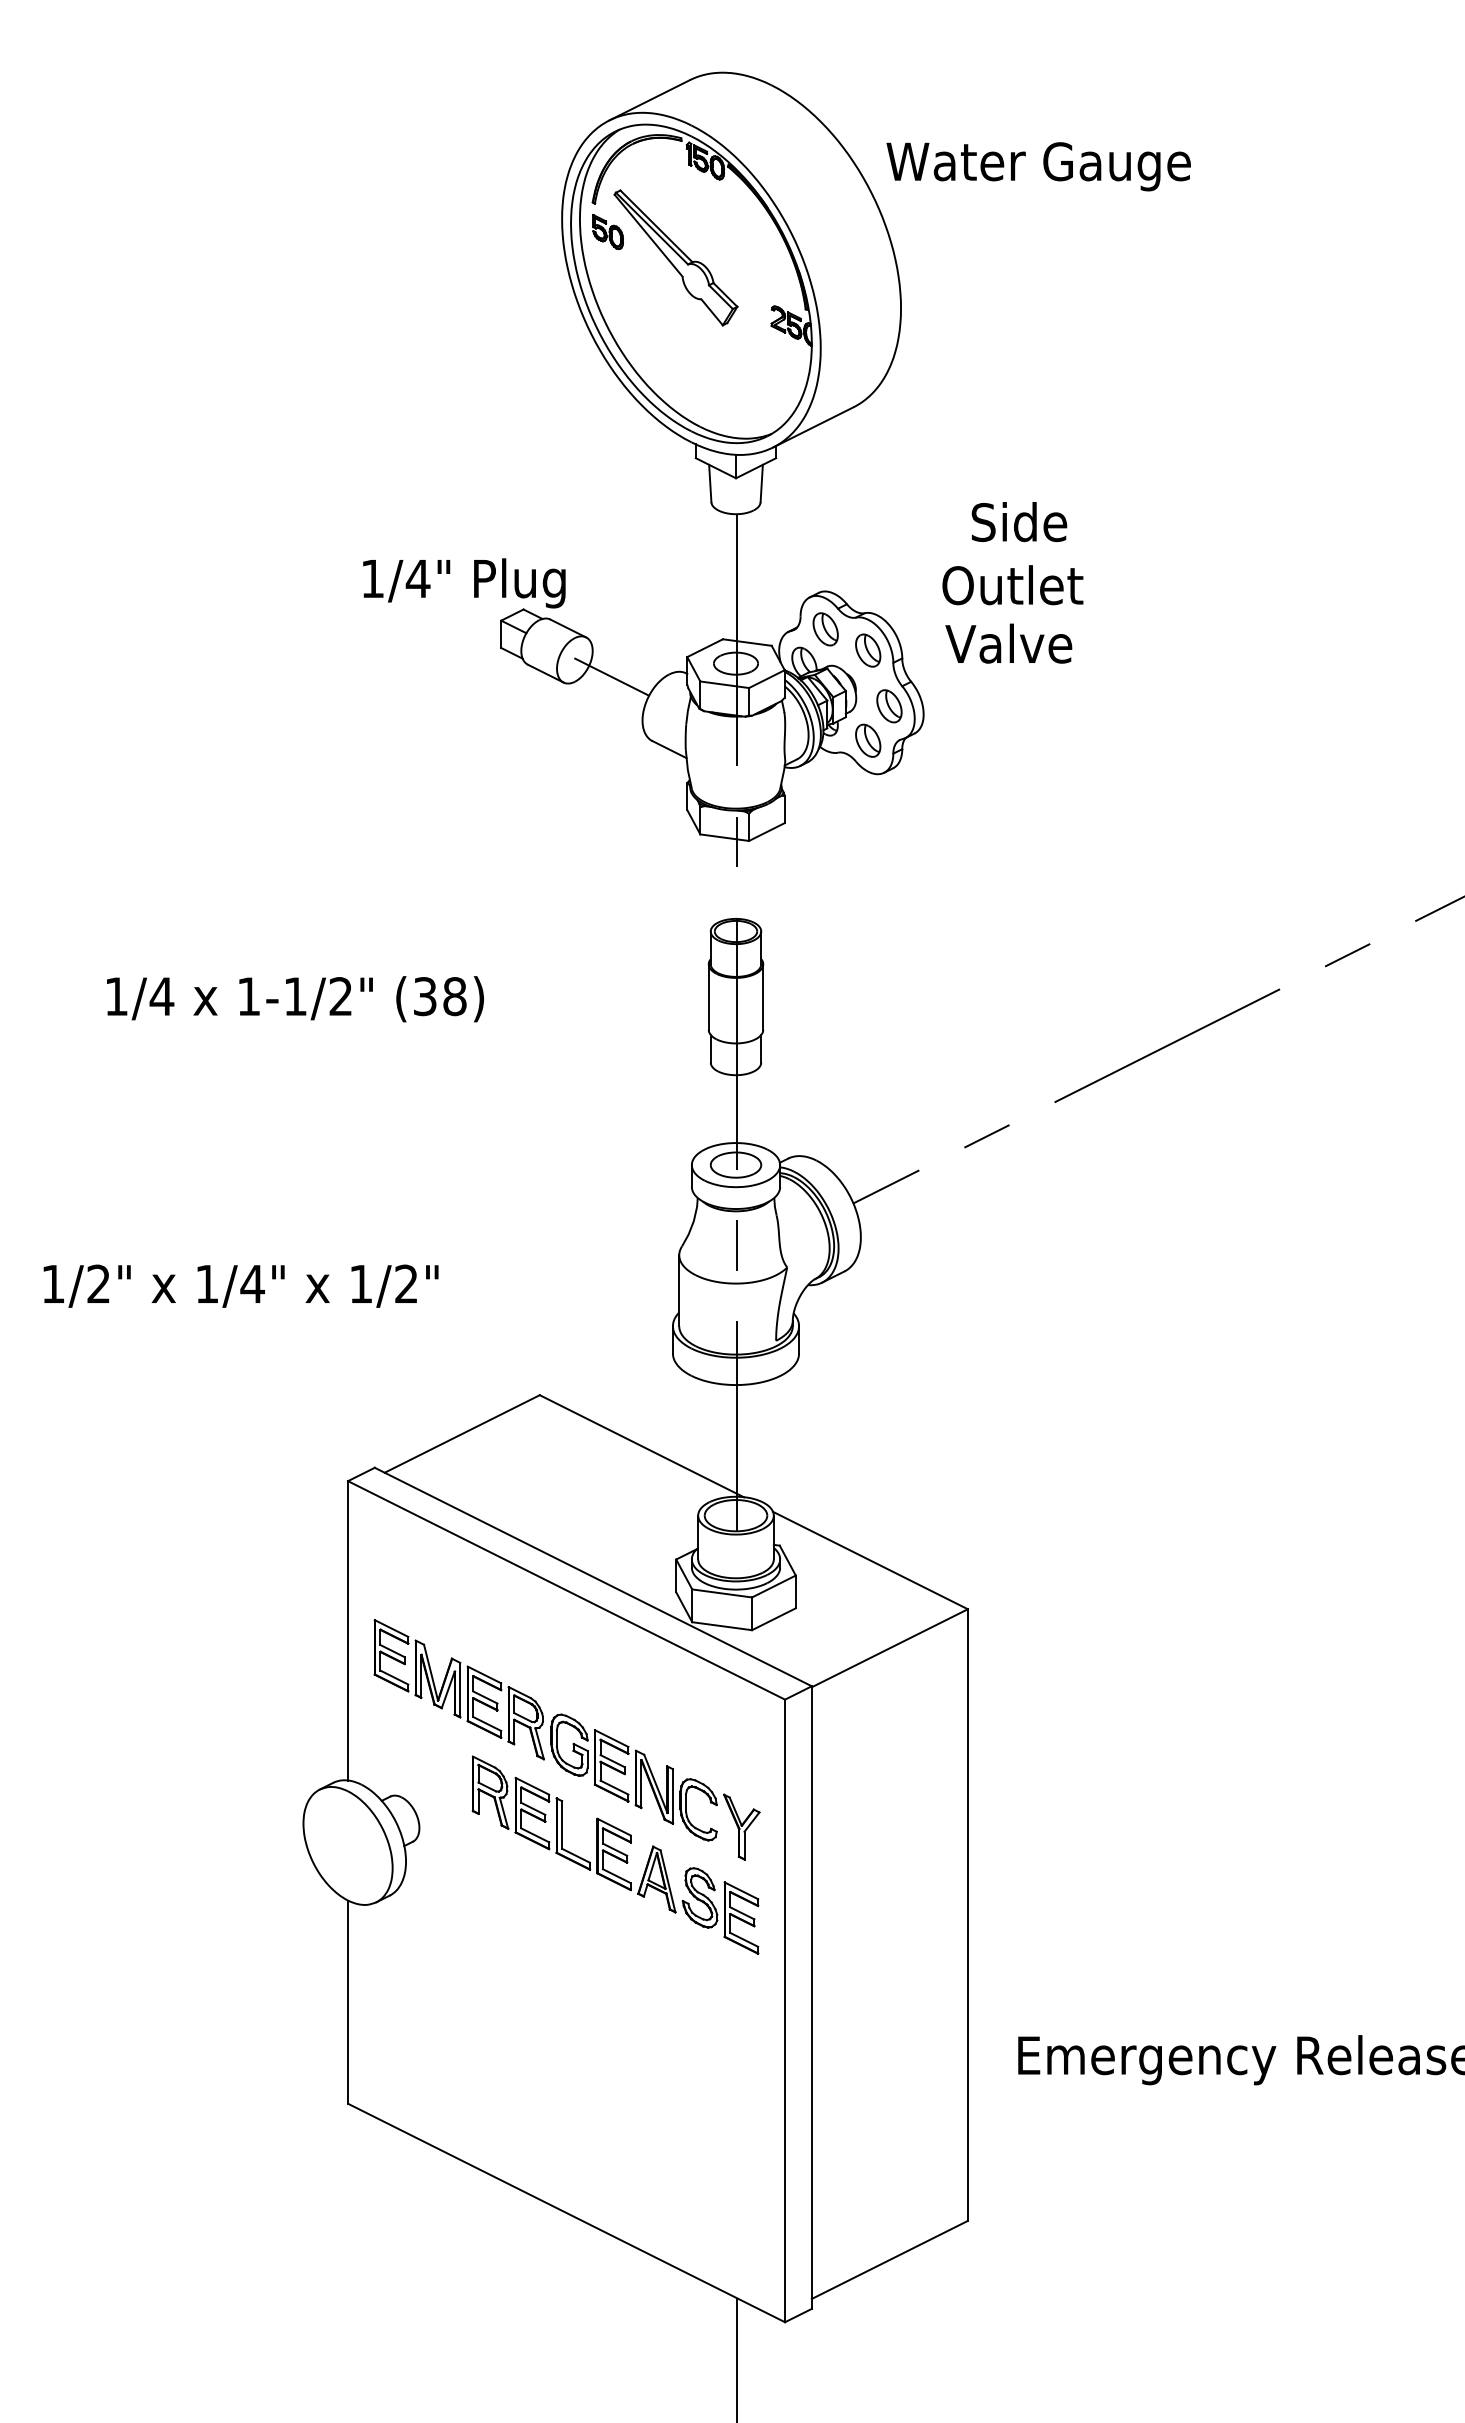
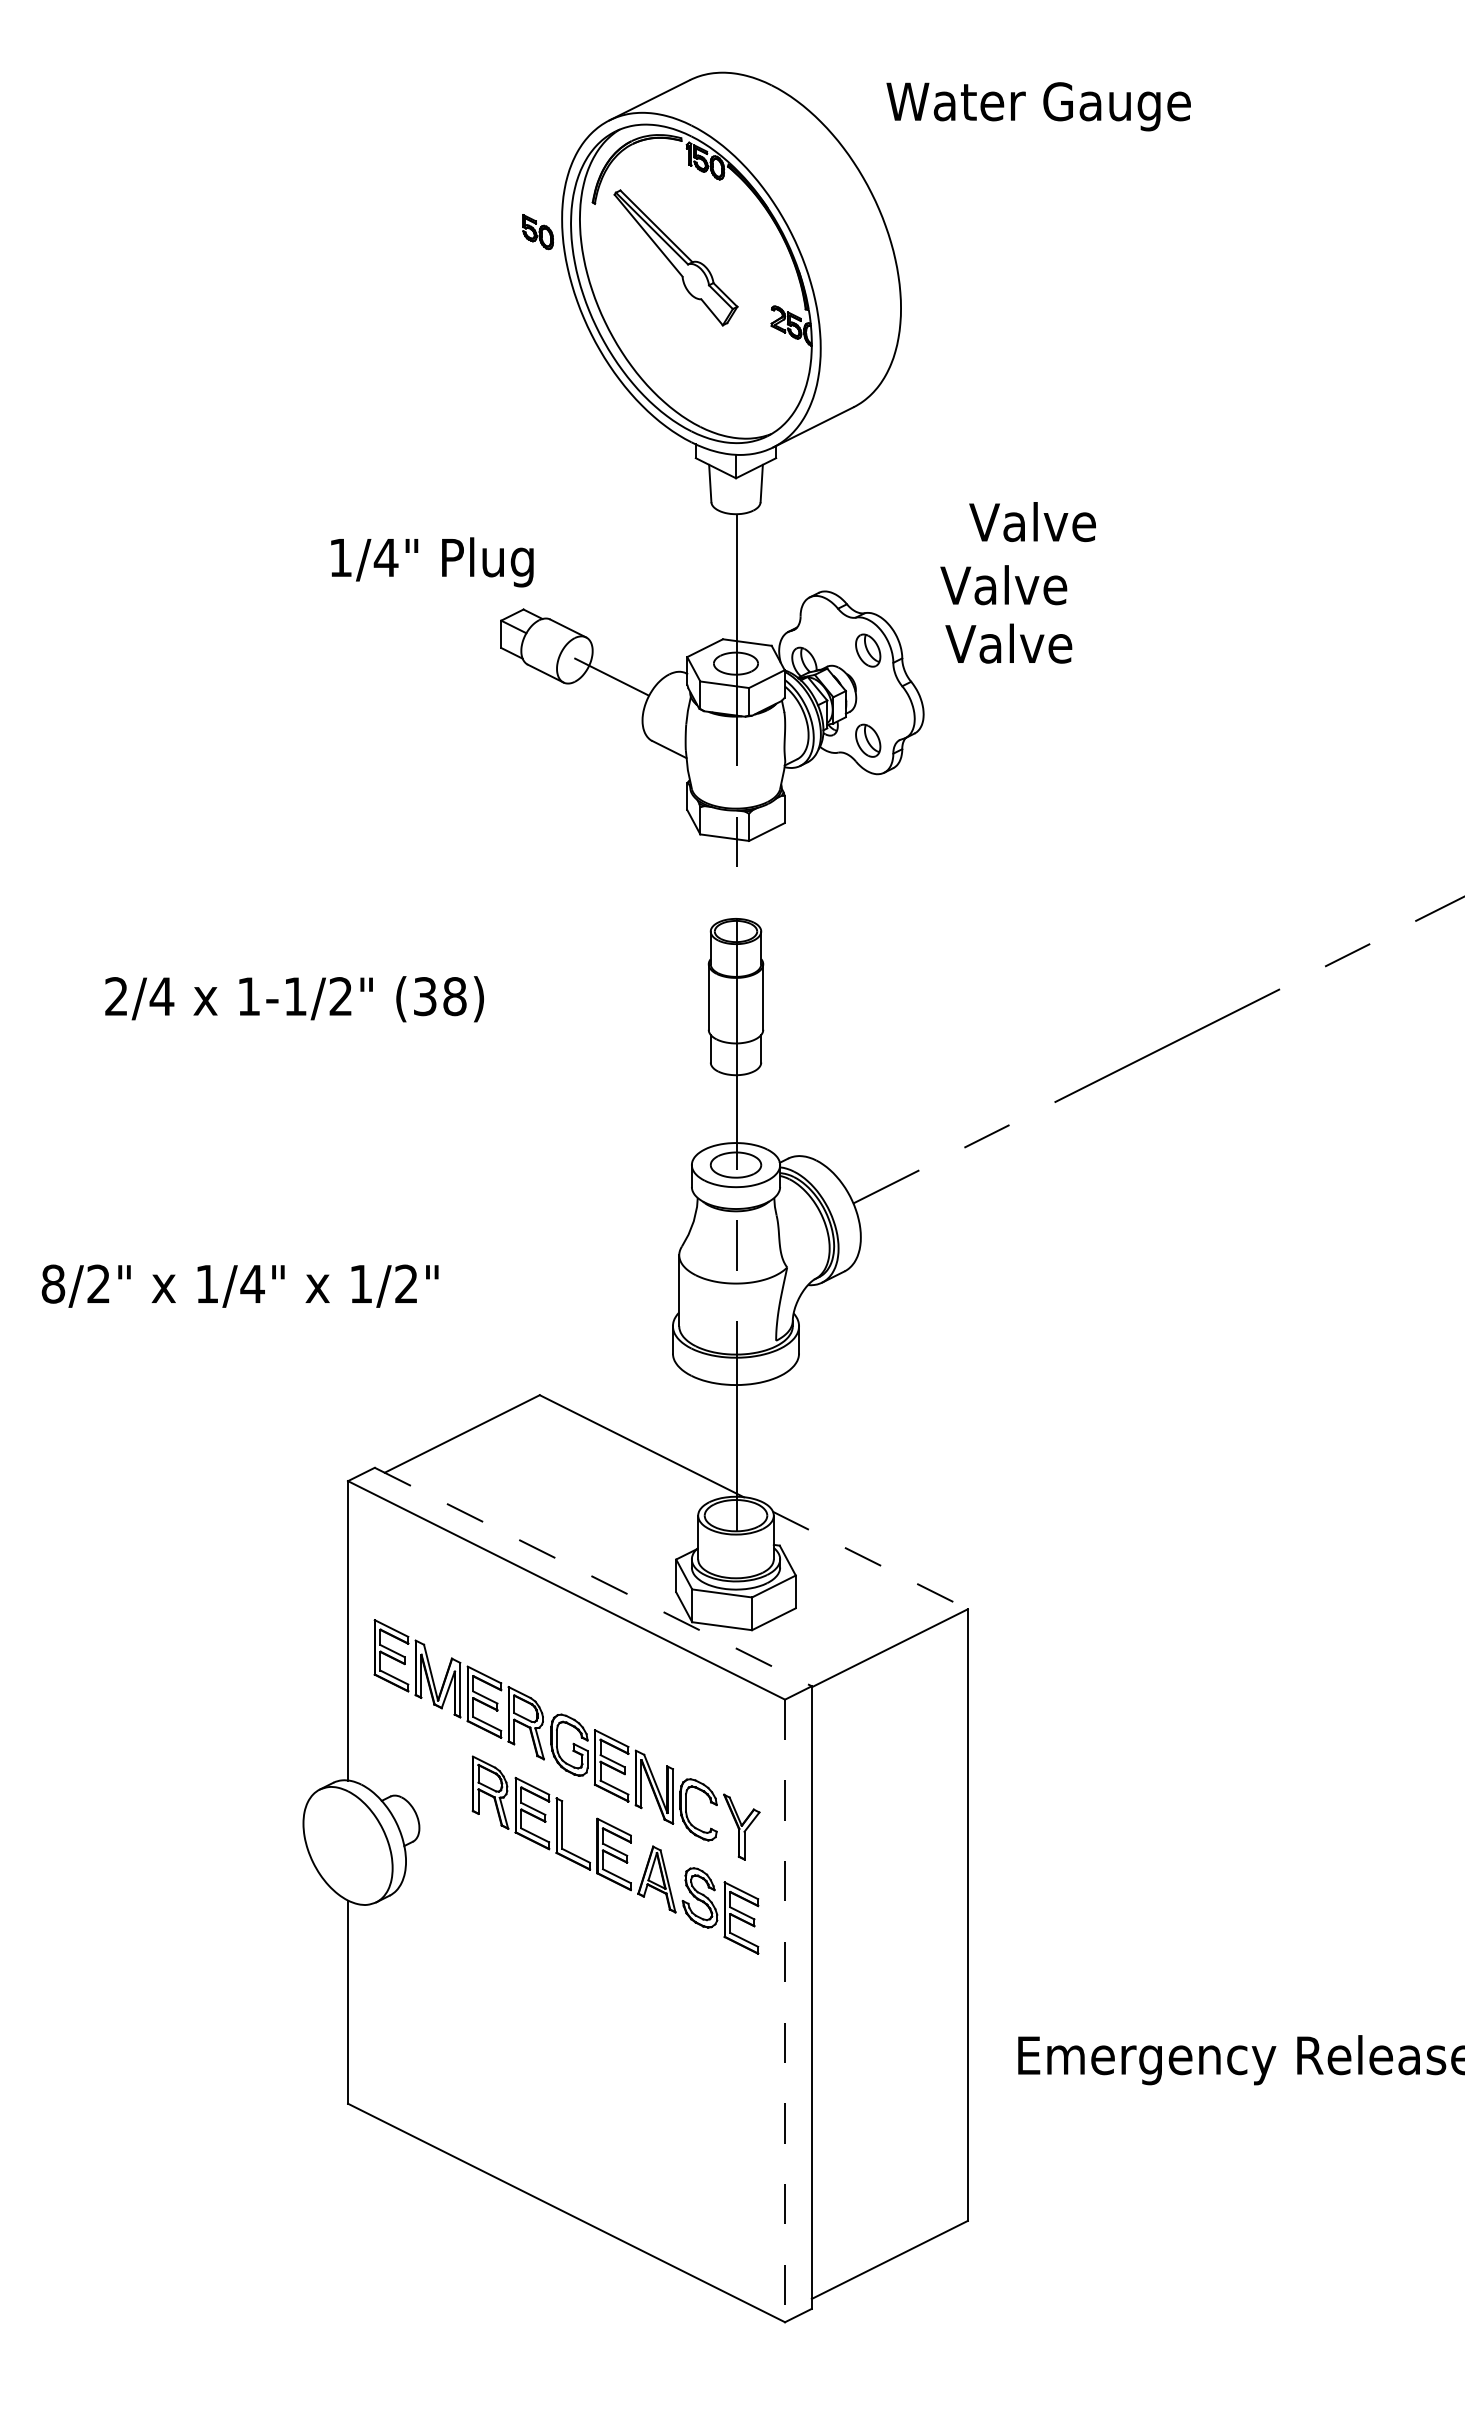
text at (1038, 166) position: (1038, 166) -> (1038, 106)
part at (607, 232) position: (607, 232) -> (537, 232)
text at (1032, 522): Side -> Valve
text at (464, 583) position: (464, 583) -> (432, 562)
text at (1011, 585): Outlet -> Valve
part at (825, 629): present -> none
part at (889, 706): present -> none
text at (116, 996): 1/4 -> 2/4
text at (53, 1283): 1/2" -> 8/2"
line at (870, 1560): solid -> dashed
line at (593, 1577): solid -> dashed
line at (785, 2011): solid -> dashed
line at (736, 2358): present -> none
